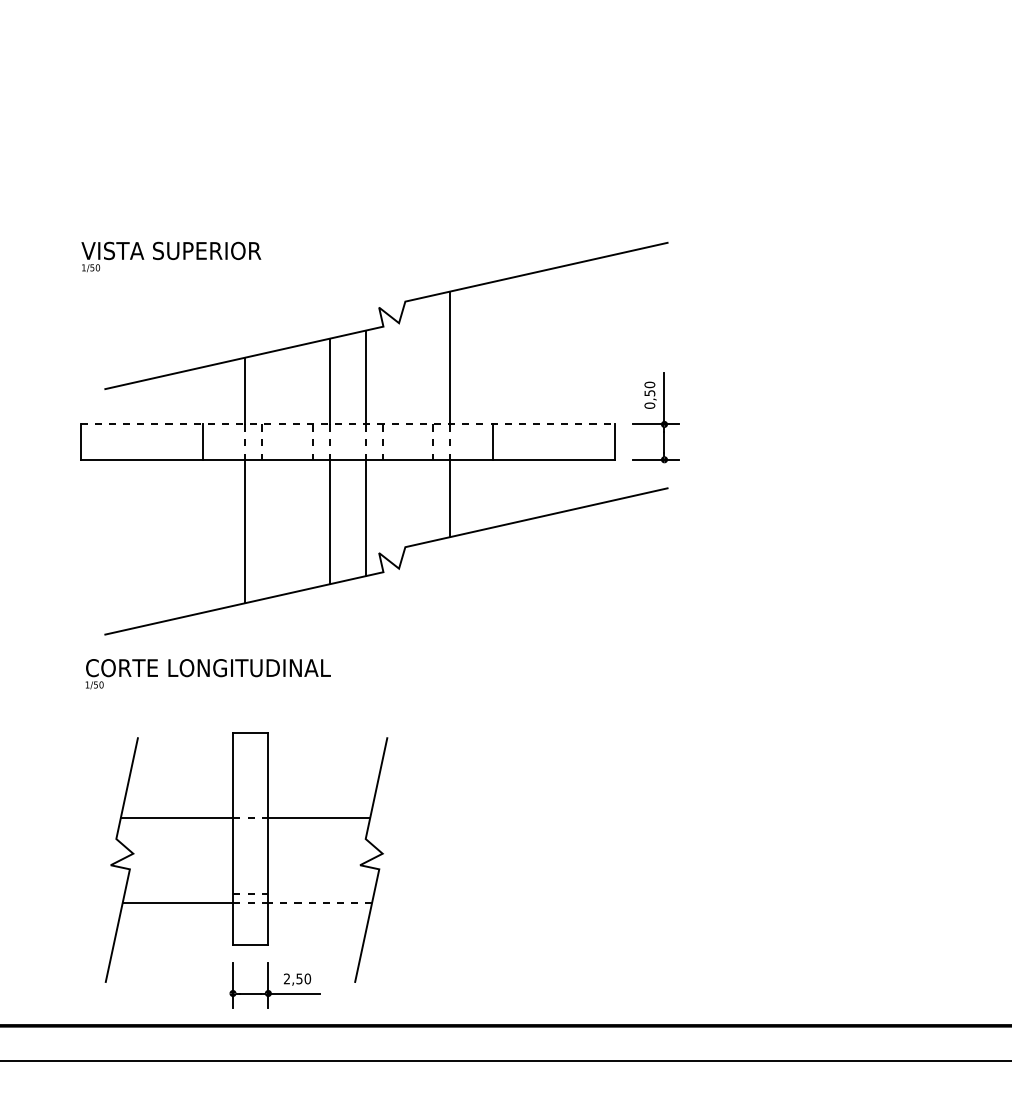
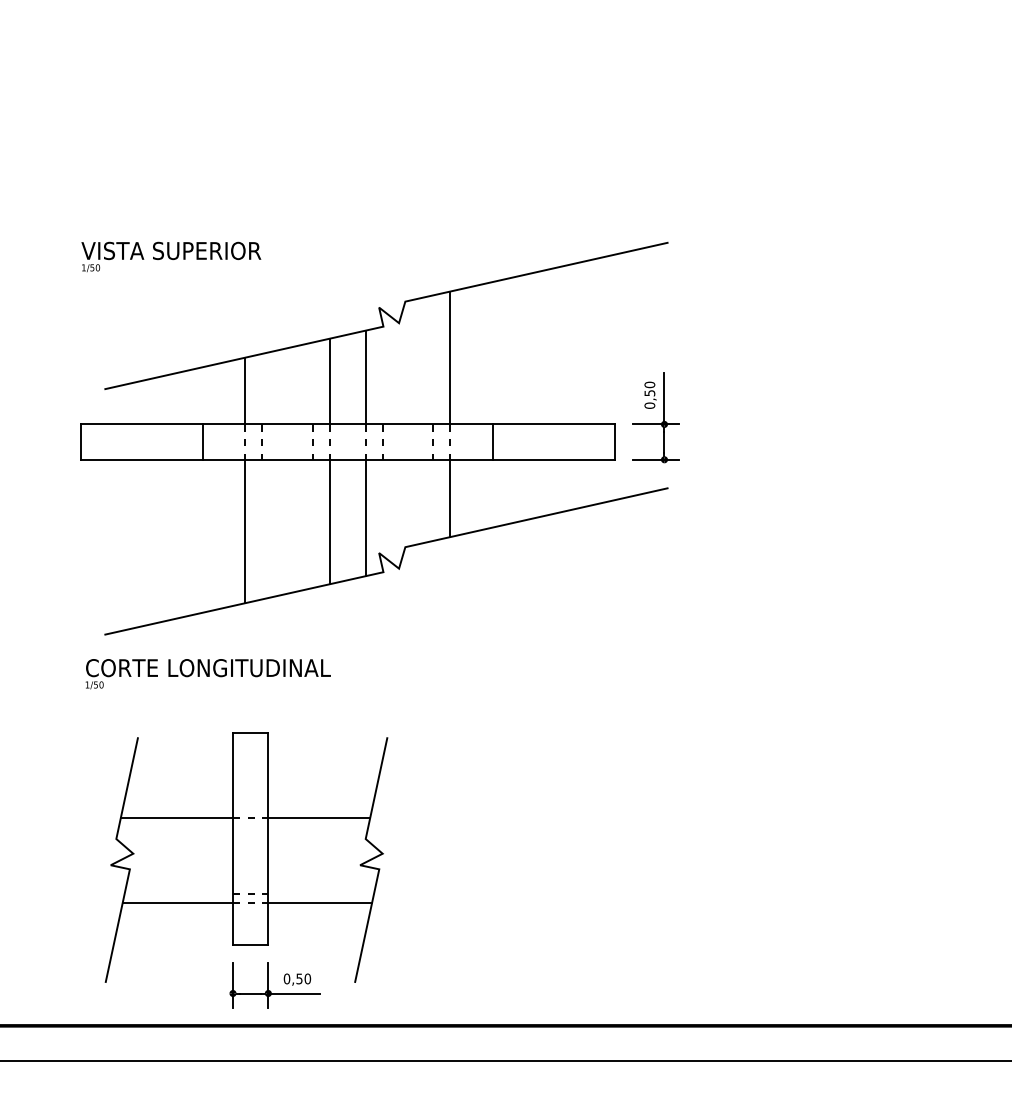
line at (348, 424): dashed -> solid
line at (320, 902): dashed -> solid
text at (286, 978): 2,50 -> 0,50
